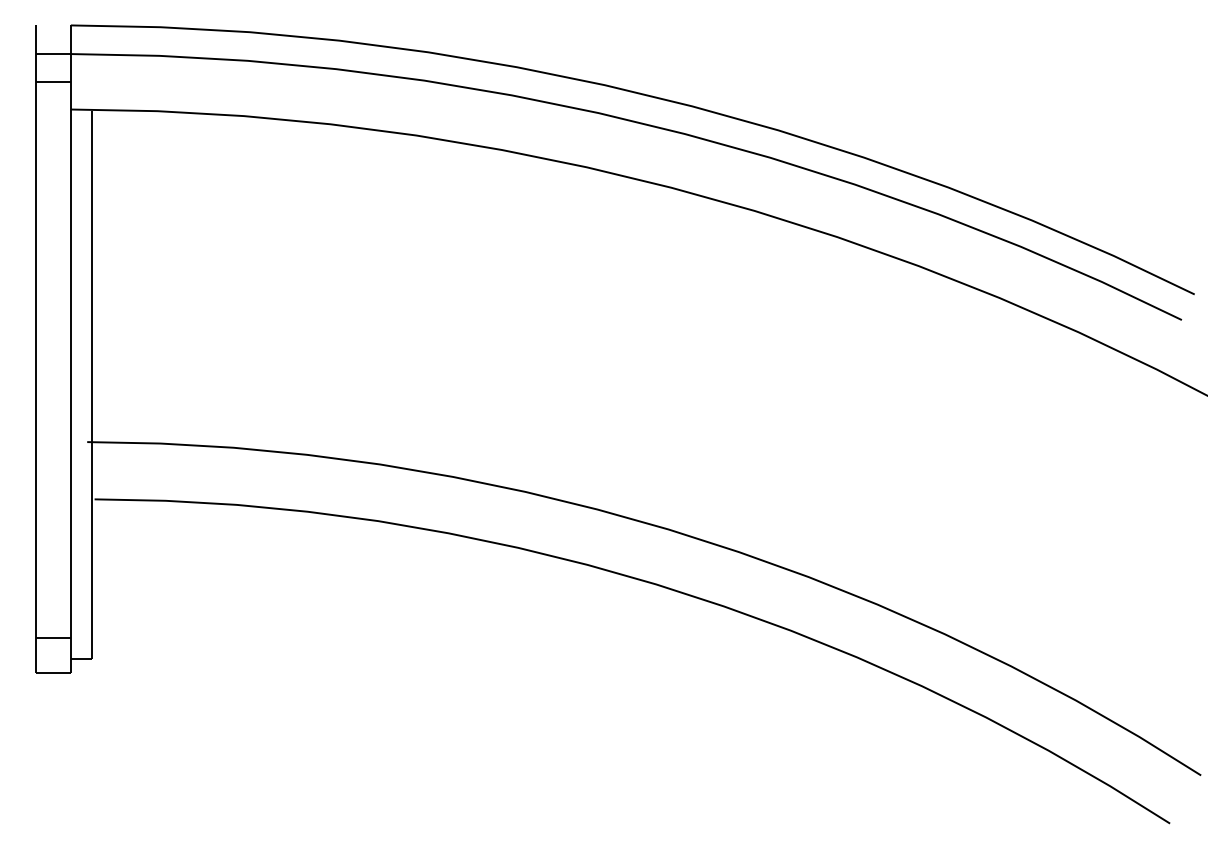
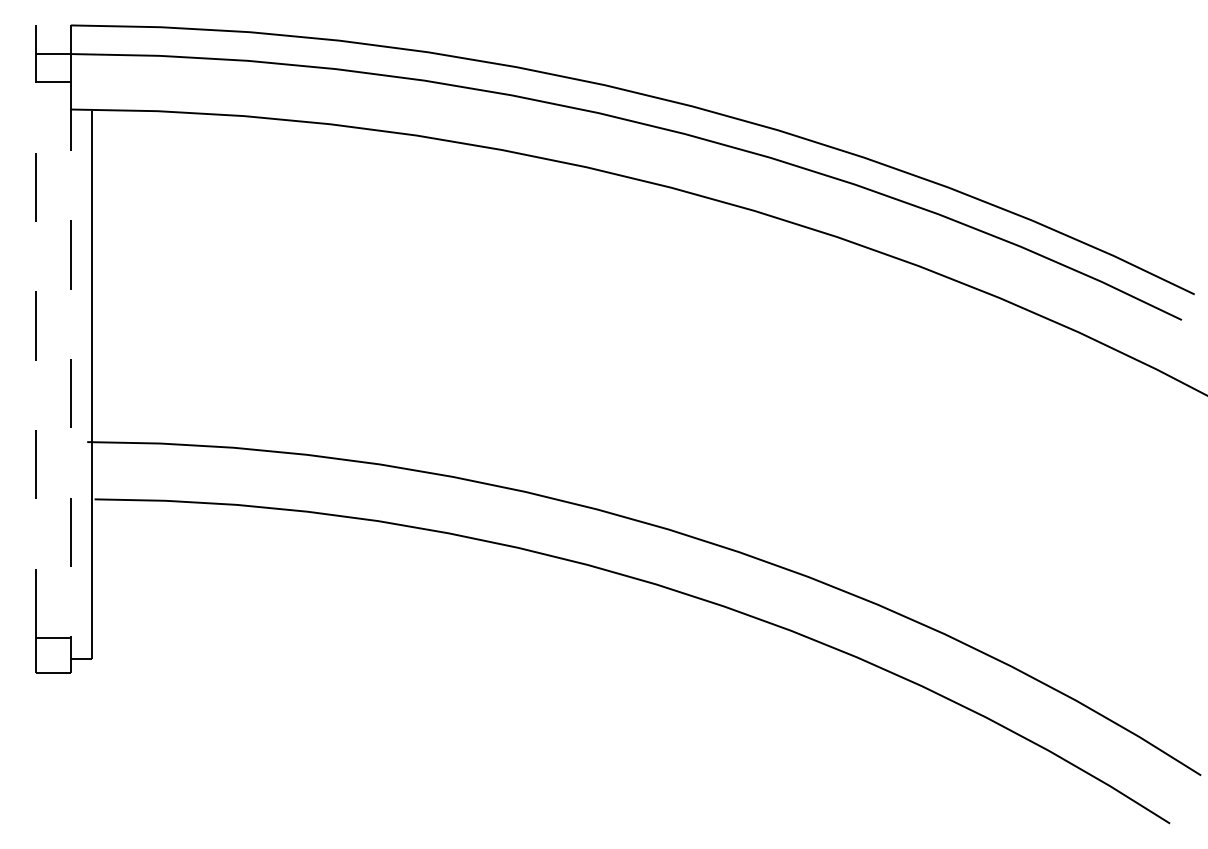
line at (36, 359): solid -> dashed
line at (70, 360): solid -> dashed
